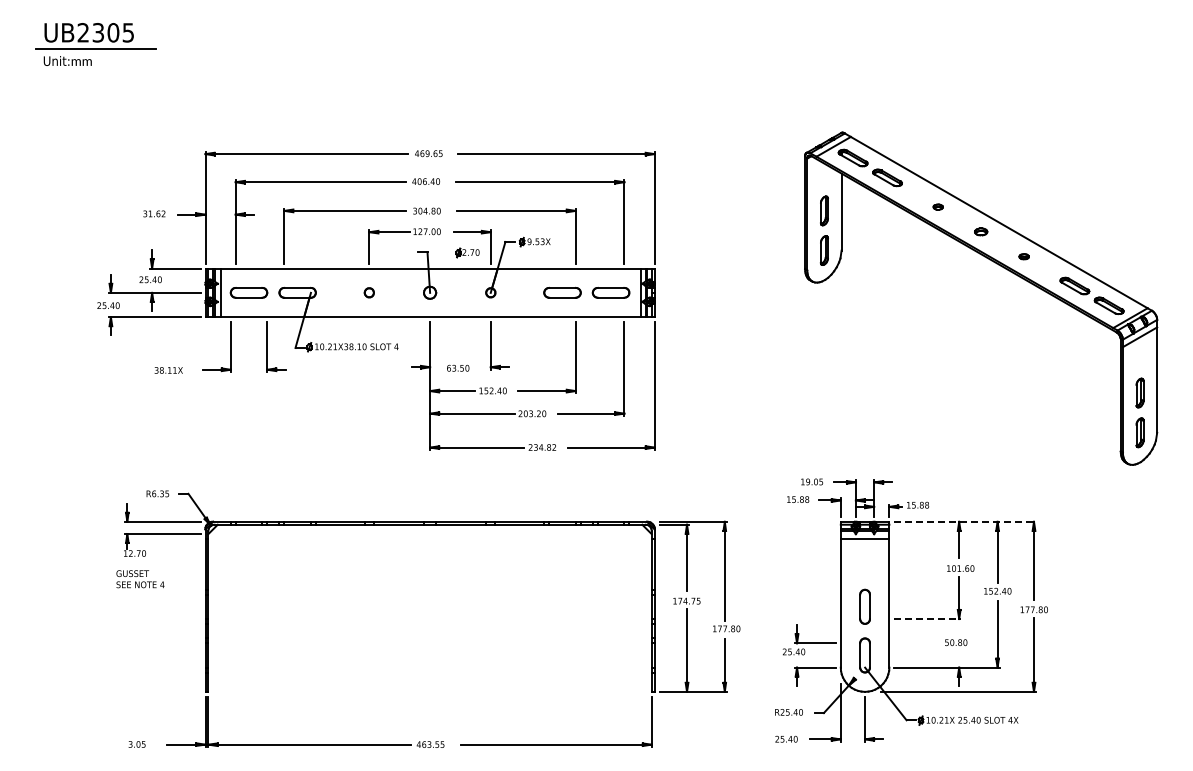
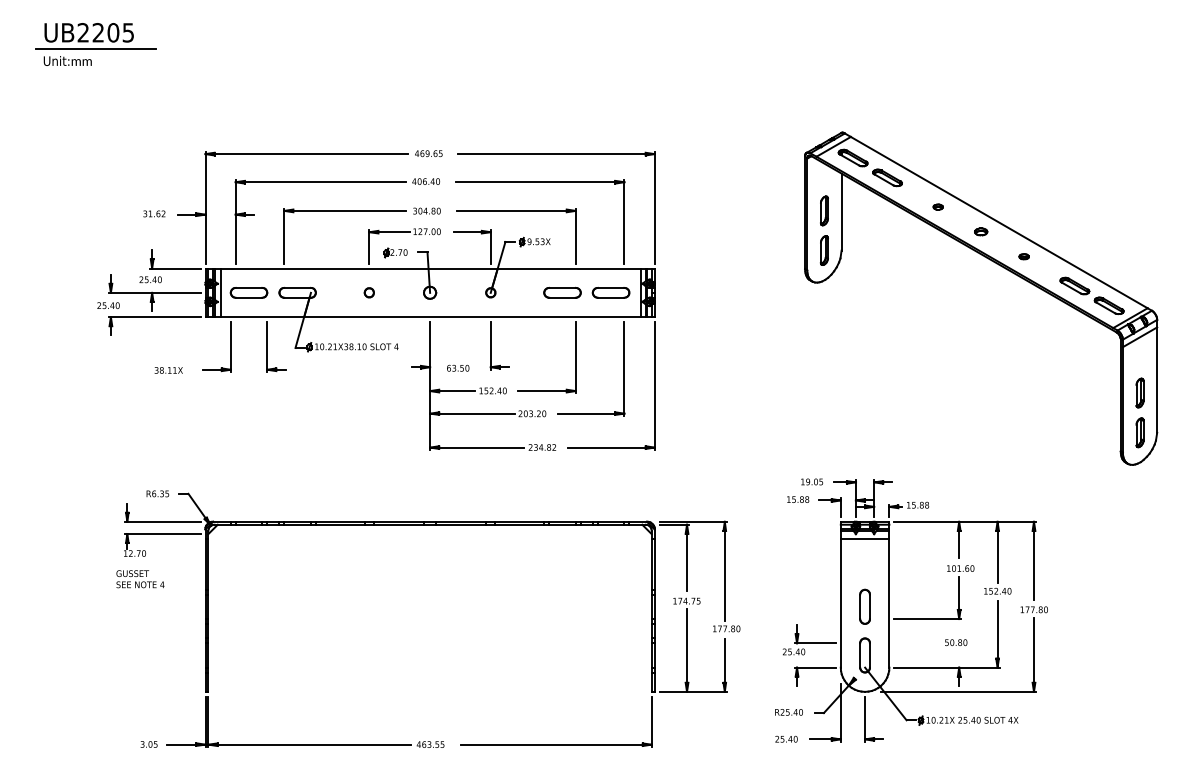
text at (97, 32): UB2305 -> UB2205
part at (467, 252) position: (467, 252) -> (395, 252)
line at (965, 521): dashed -> solid
line at (927, 619): dashed -> solid
text at (136, 744) position: (136, 744) -> (148, 744)
